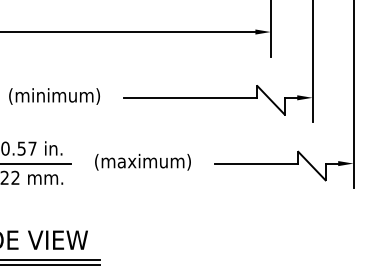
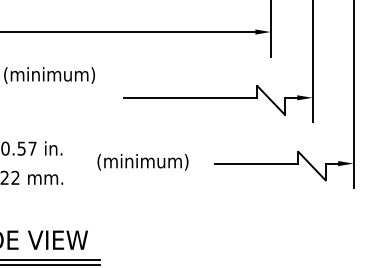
text at (54, 96) position: (54, 96) -> (49, 75)
text at (142, 161): (maximum) -> (minimum)
line at (36, 163): present -> none
